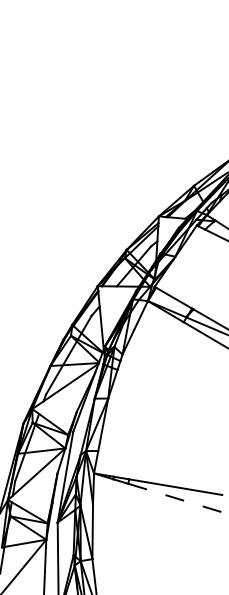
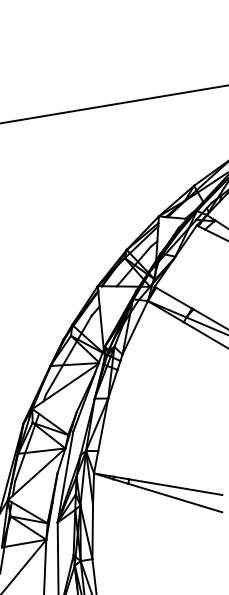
line at (113, 104): none -> present
line at (175, 498): dashed -> solid
